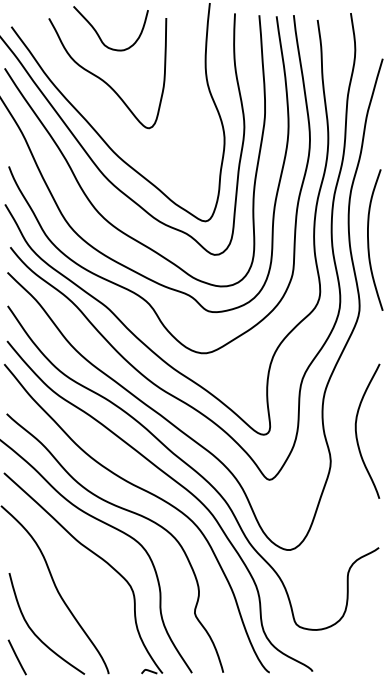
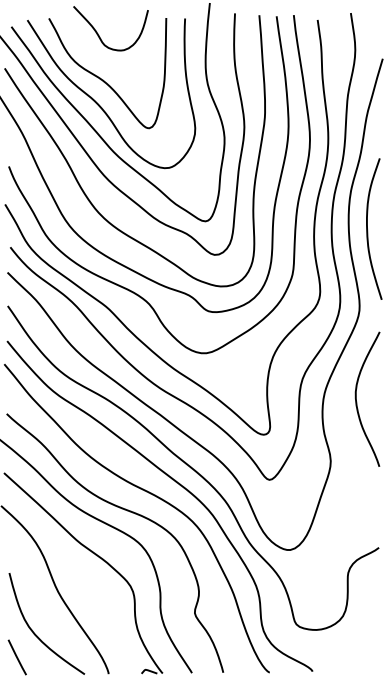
curve at (99, 104): none -> present
curve at (369, 241) position: (369, 241) -> (368, 230)
curve at (357, 434) position: (357, 434) -> (357, 402)
